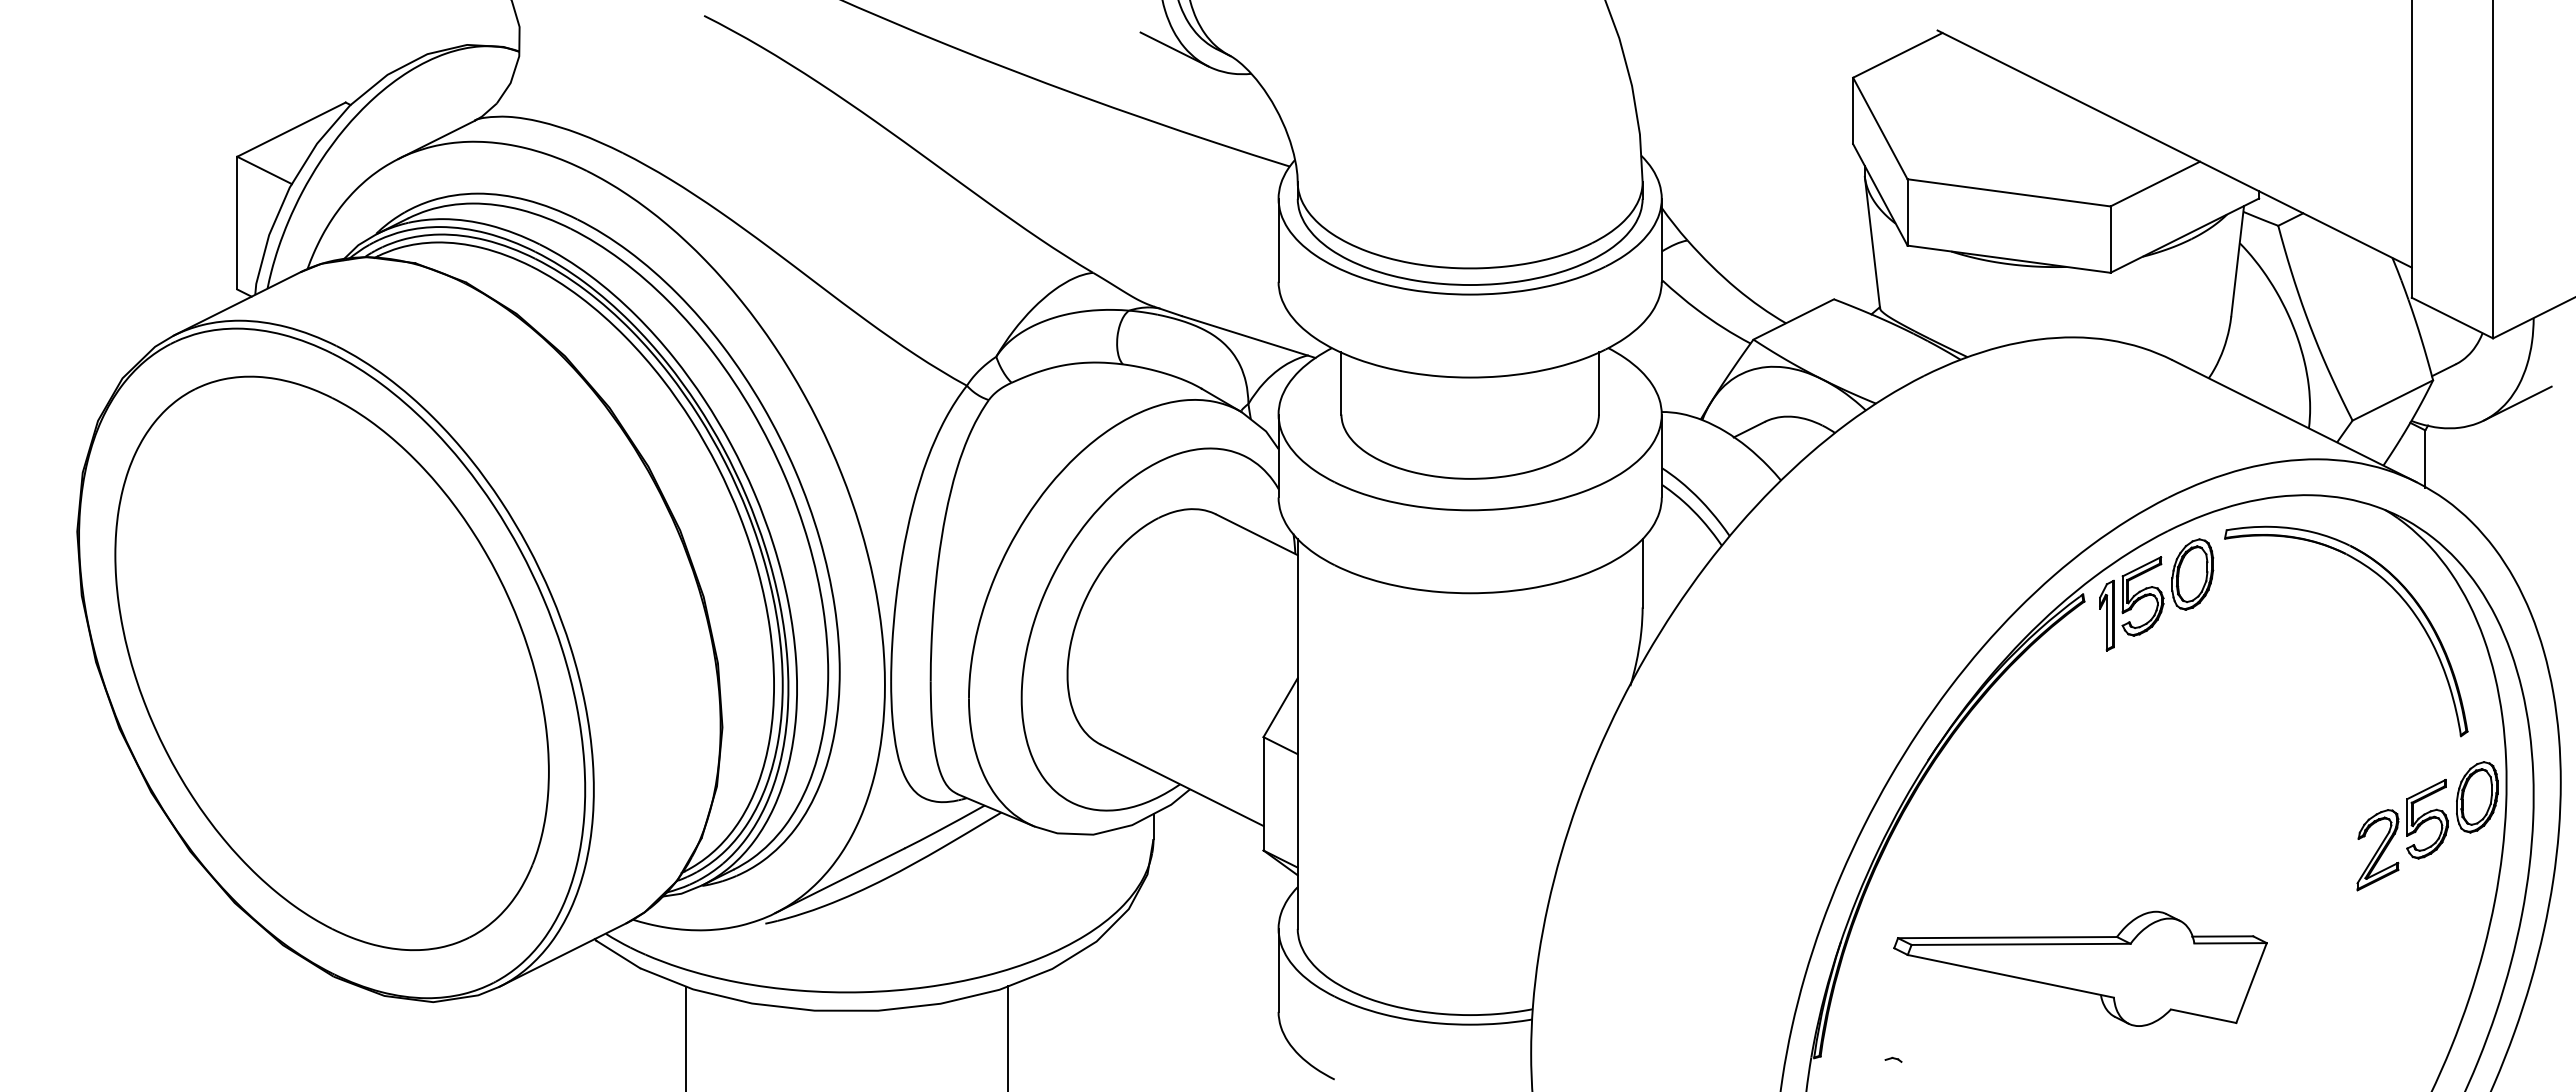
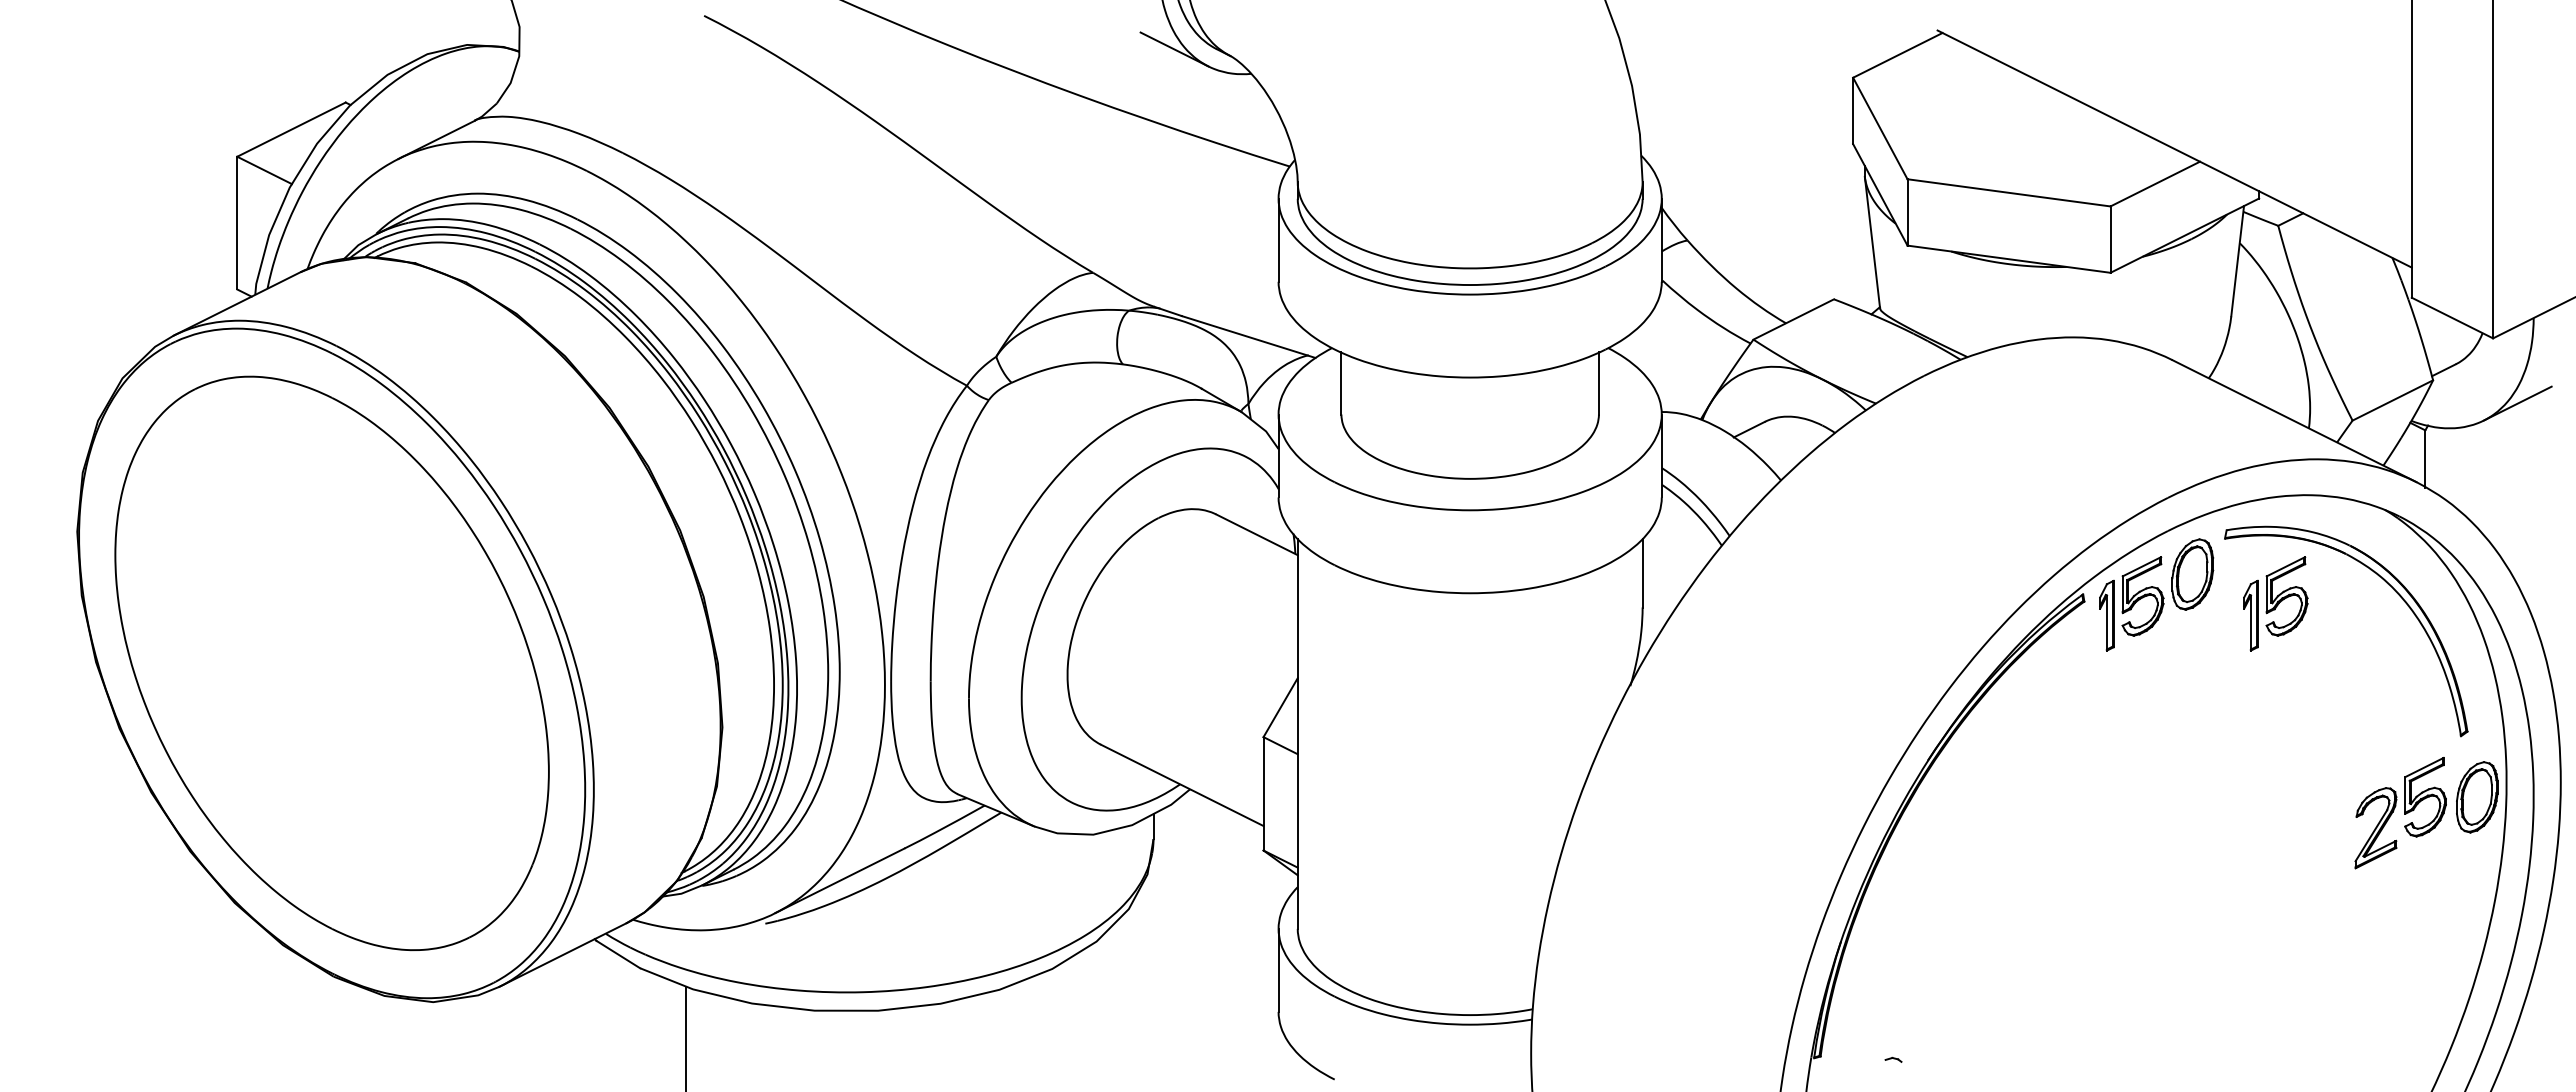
part at (2275, 603): none -> present
part at (2402, 835) position: (2402, 835) -> (2400, 813)
part at (2080, 968): present -> none
line at (1007, 1037): present -> none
